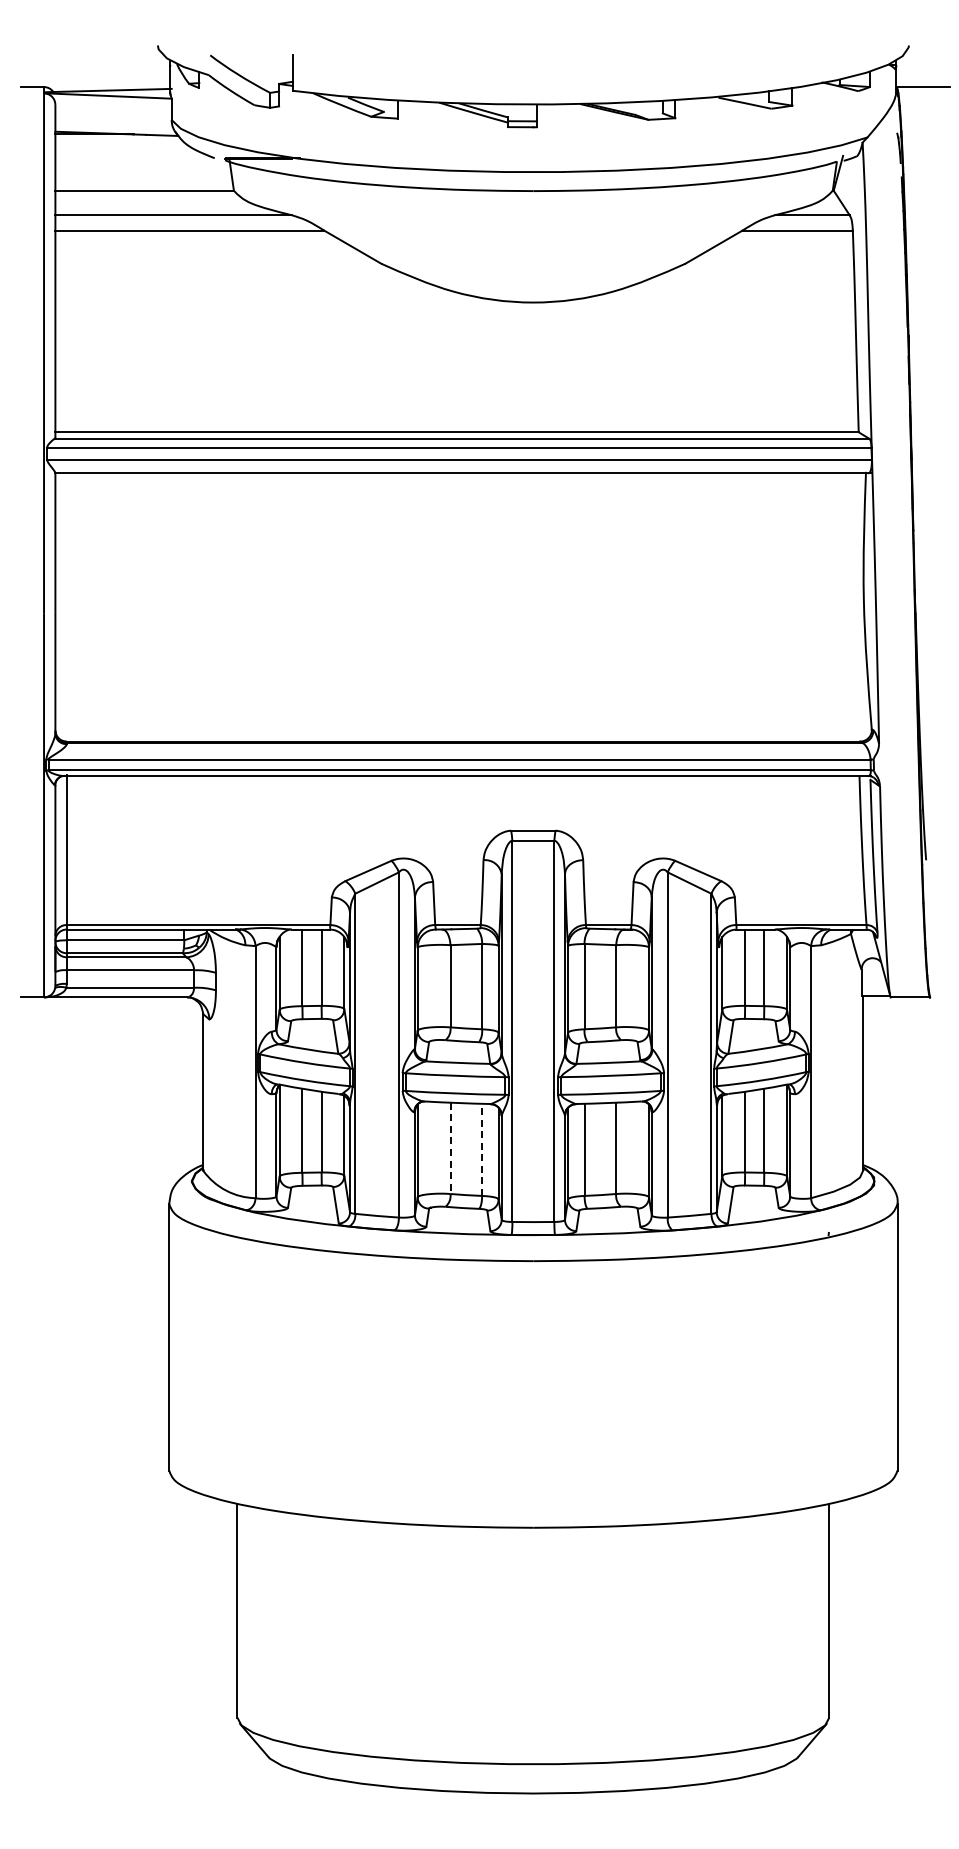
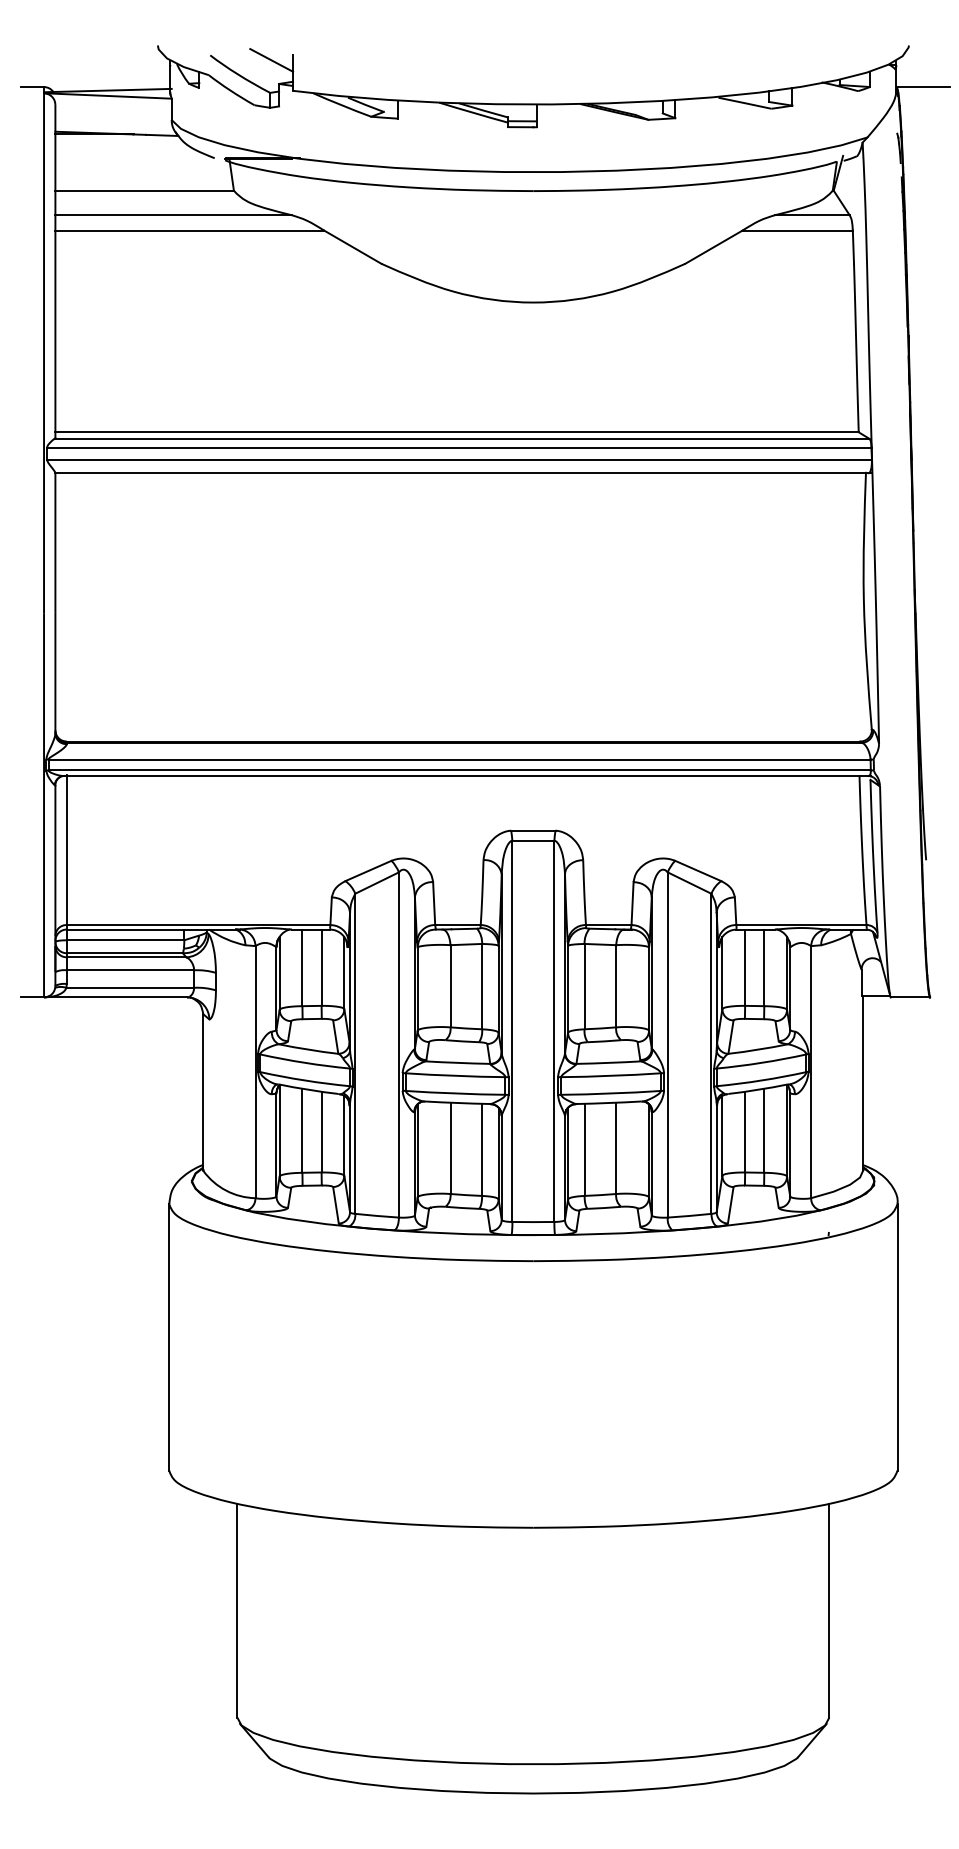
line at (271, 60): none -> present
line at (450, 1148): dashed -> solid
line at (482, 1149): dashed -> solid
